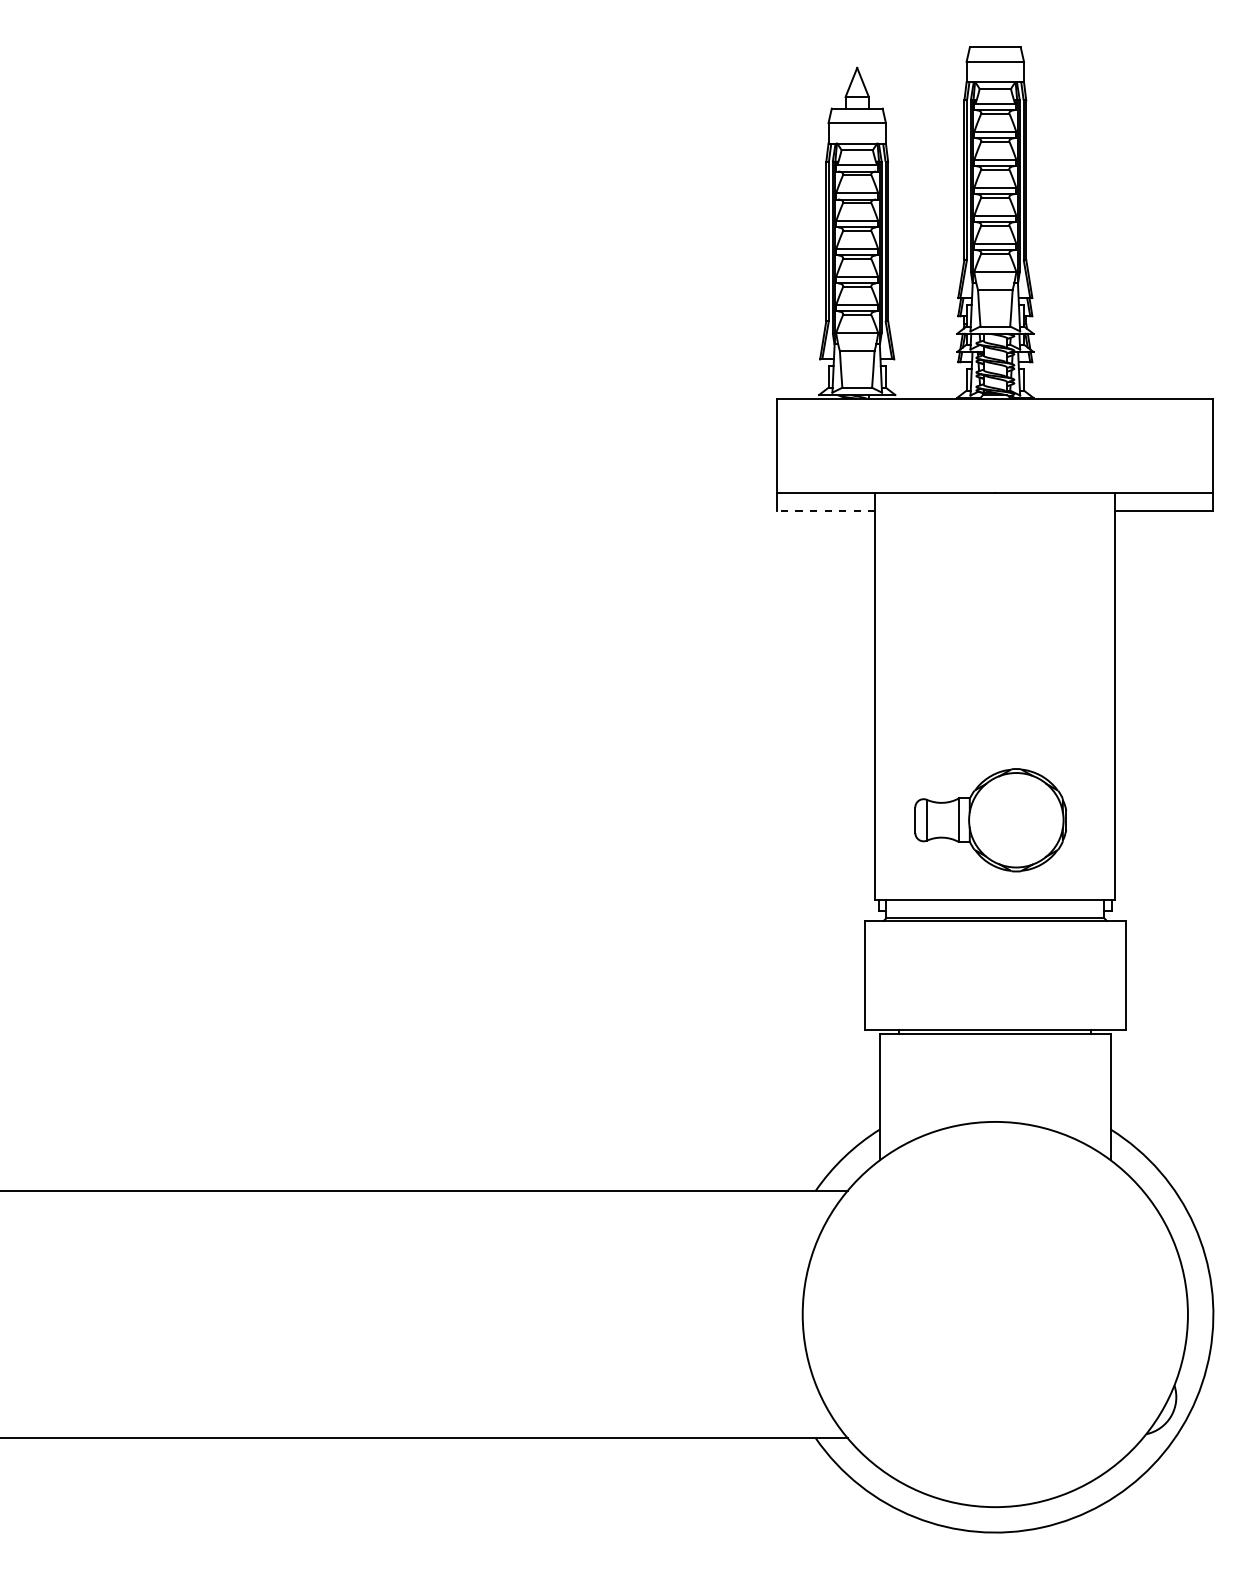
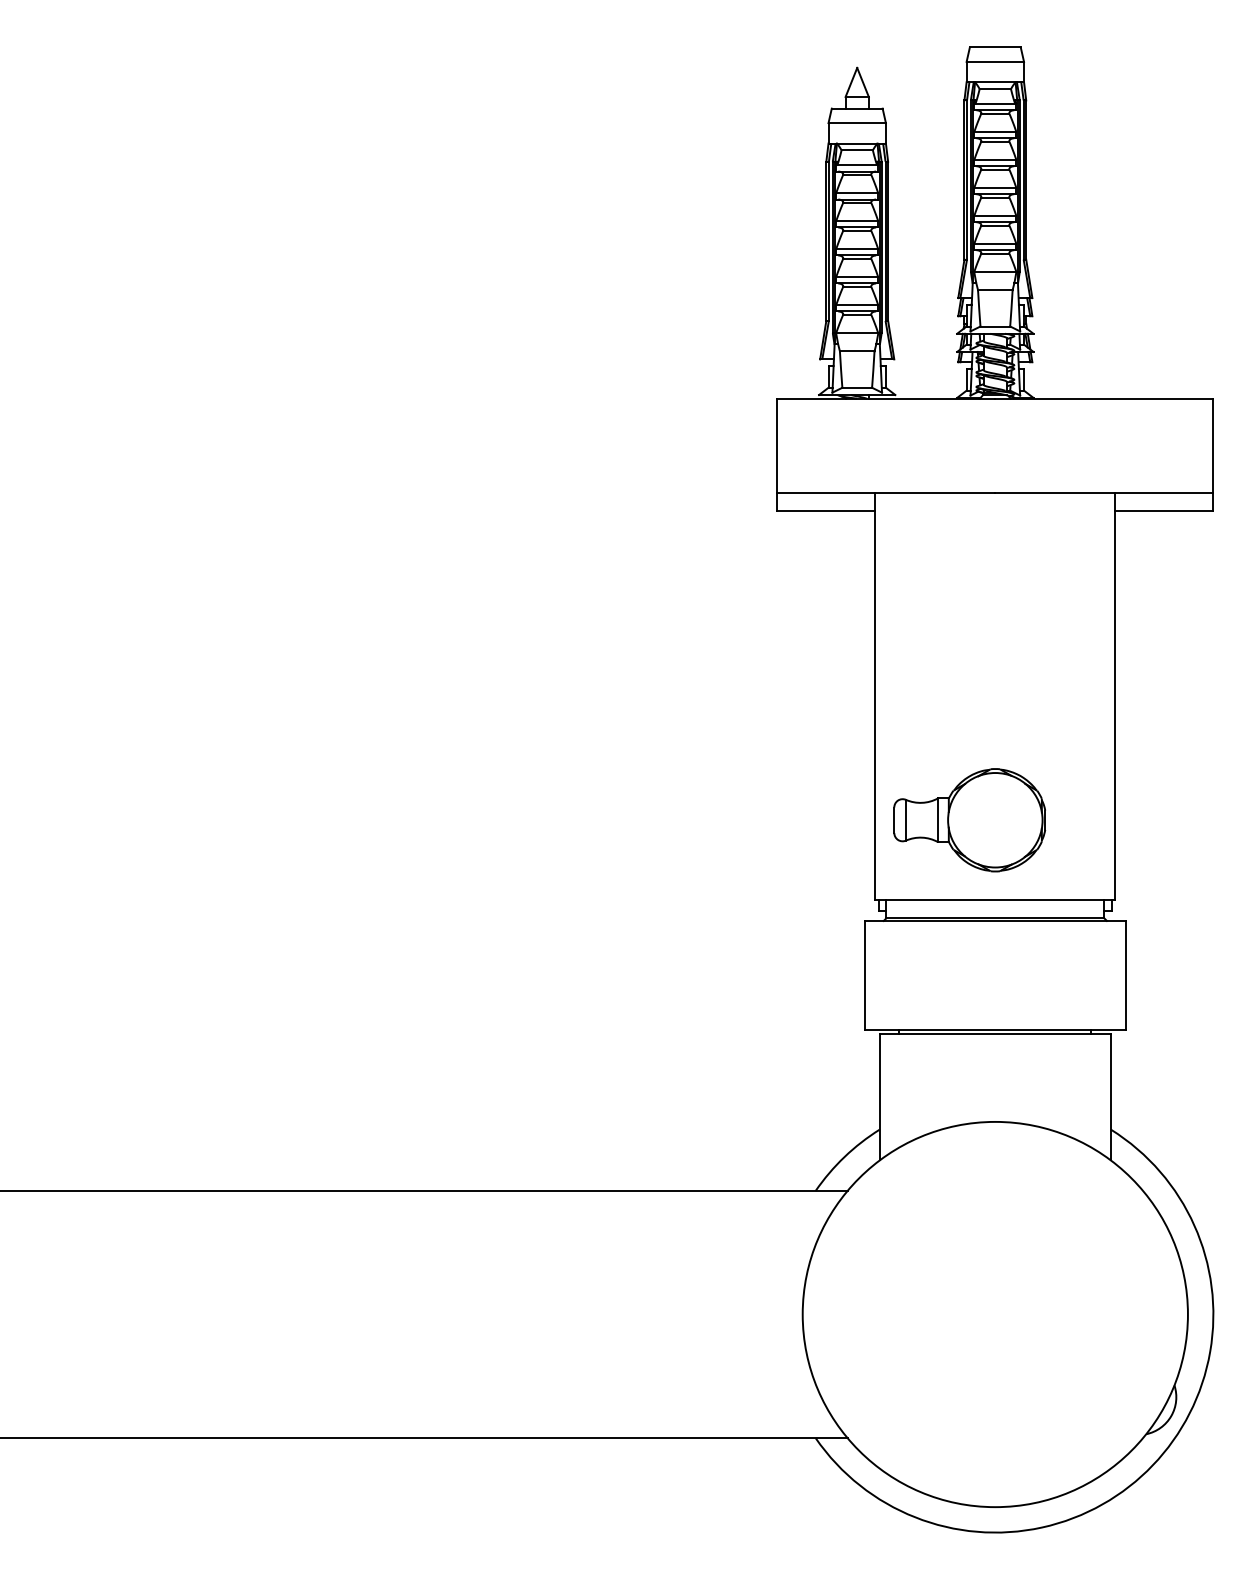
line at (825, 511): dashed -> solid
part at (990, 820) position: (990, 820) -> (969, 820)
